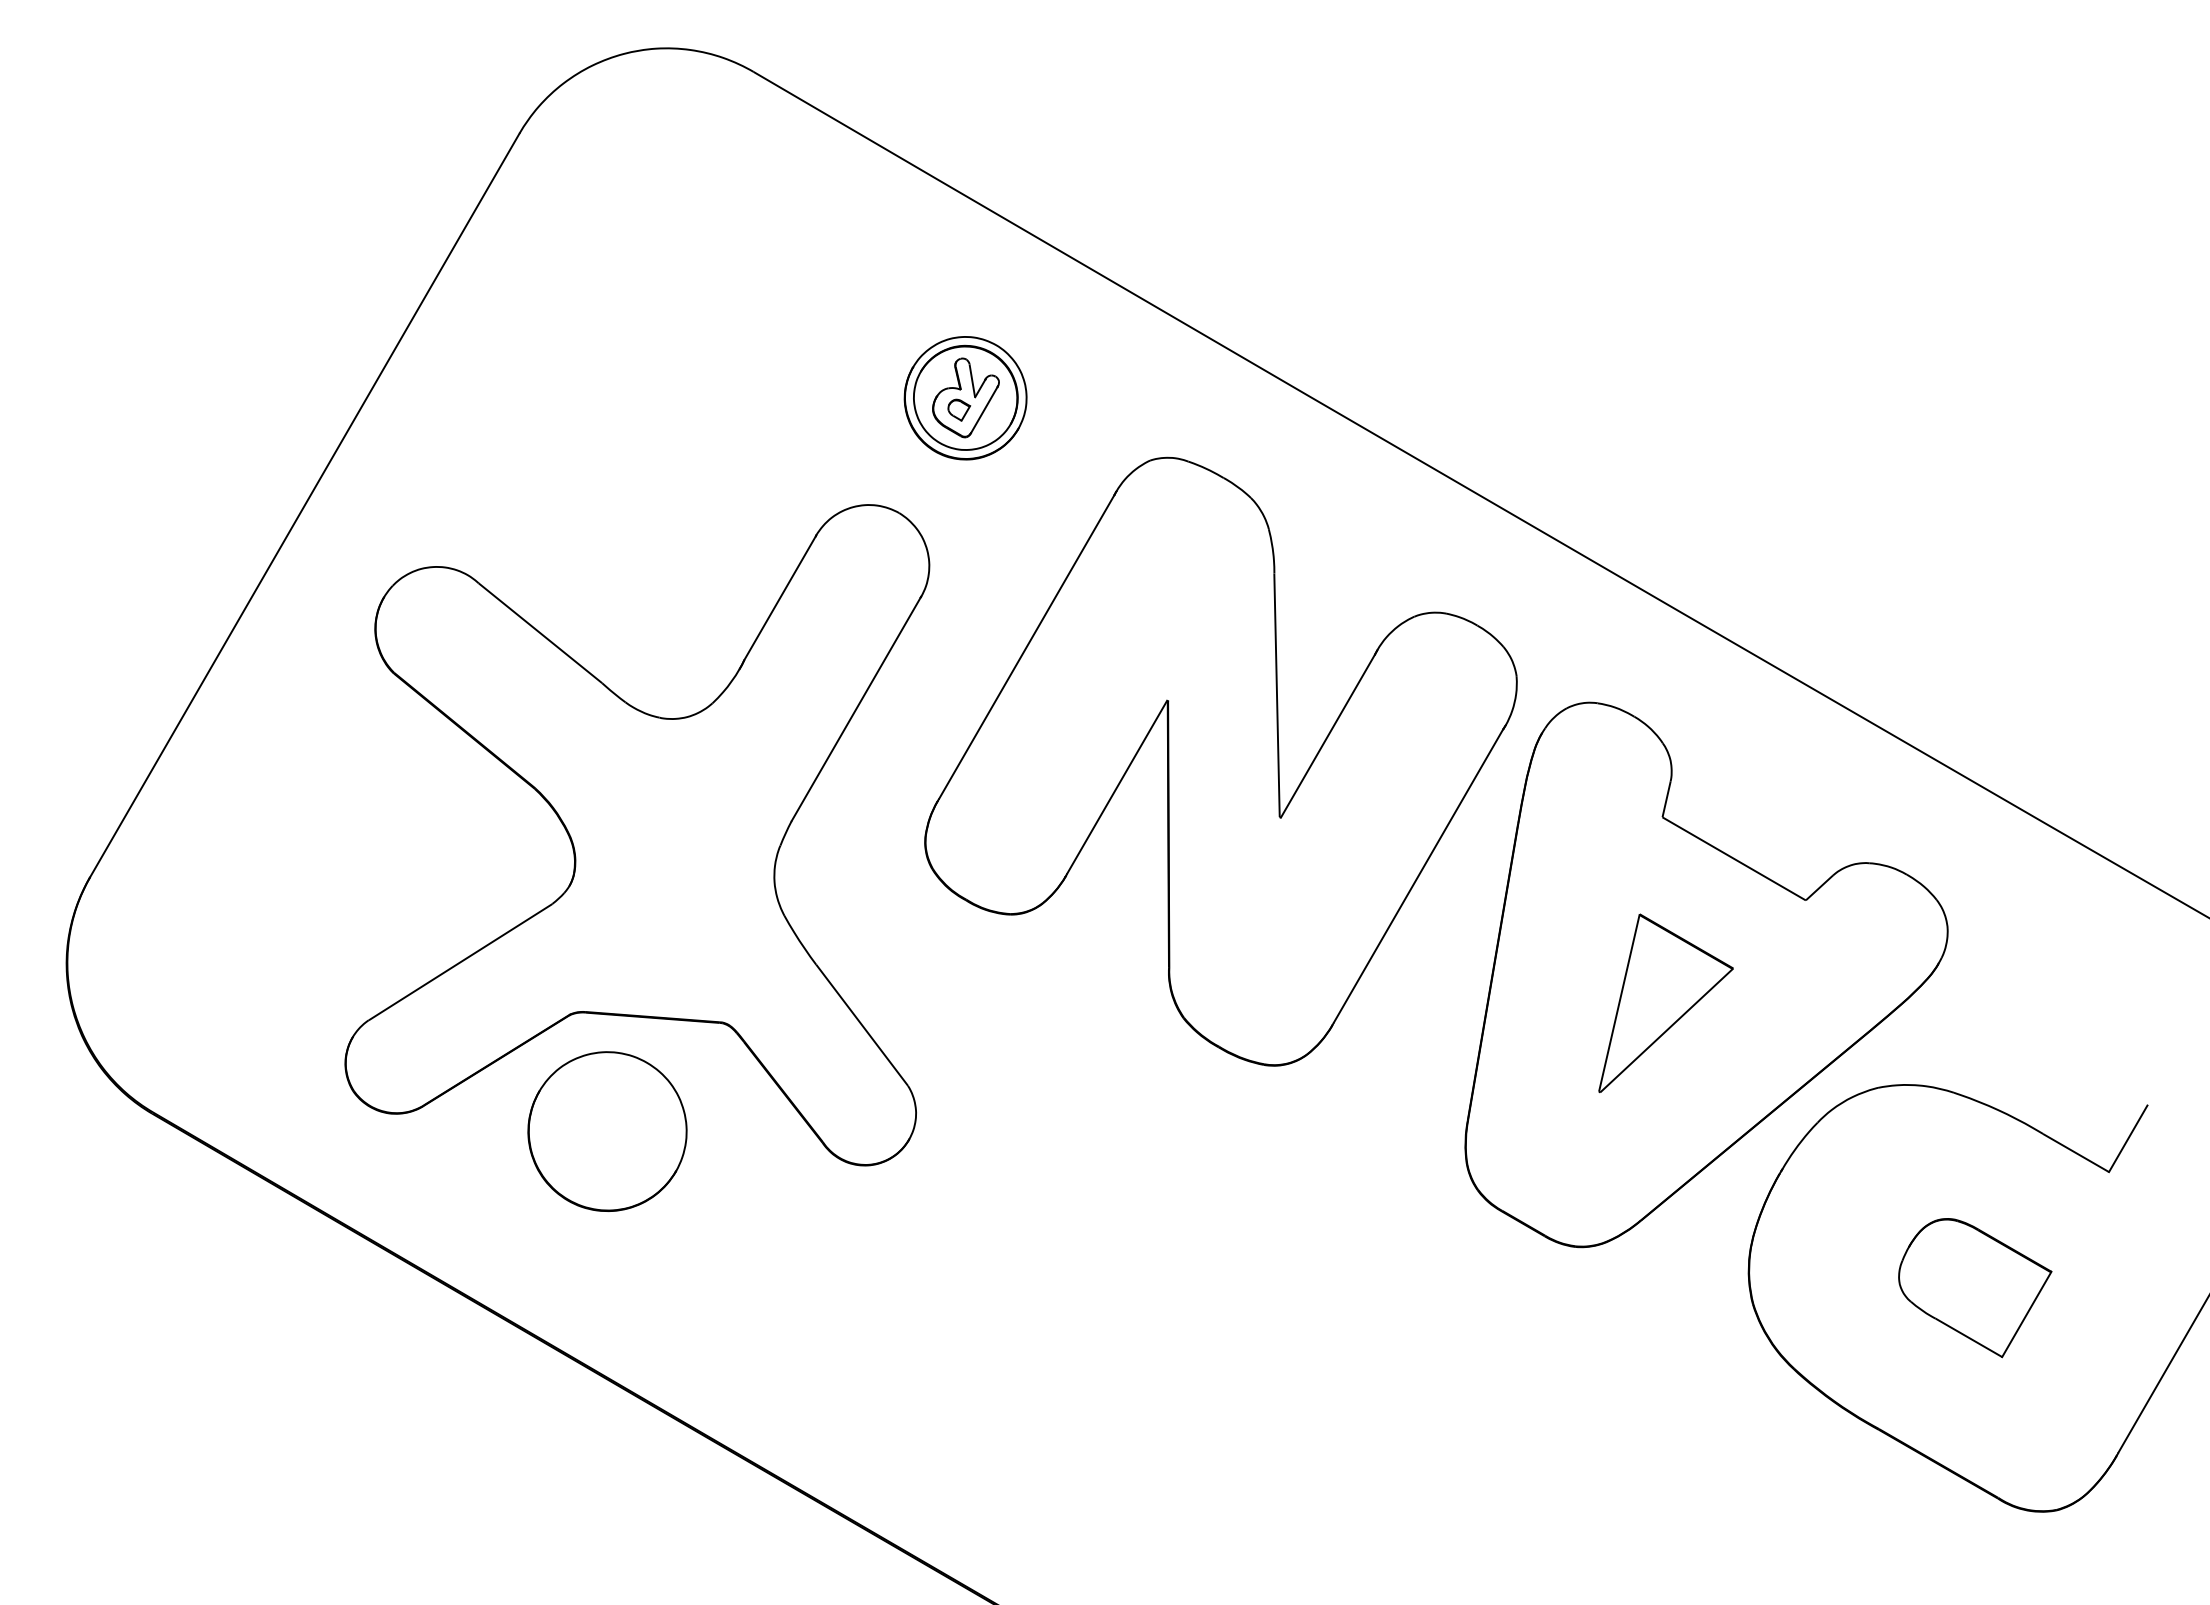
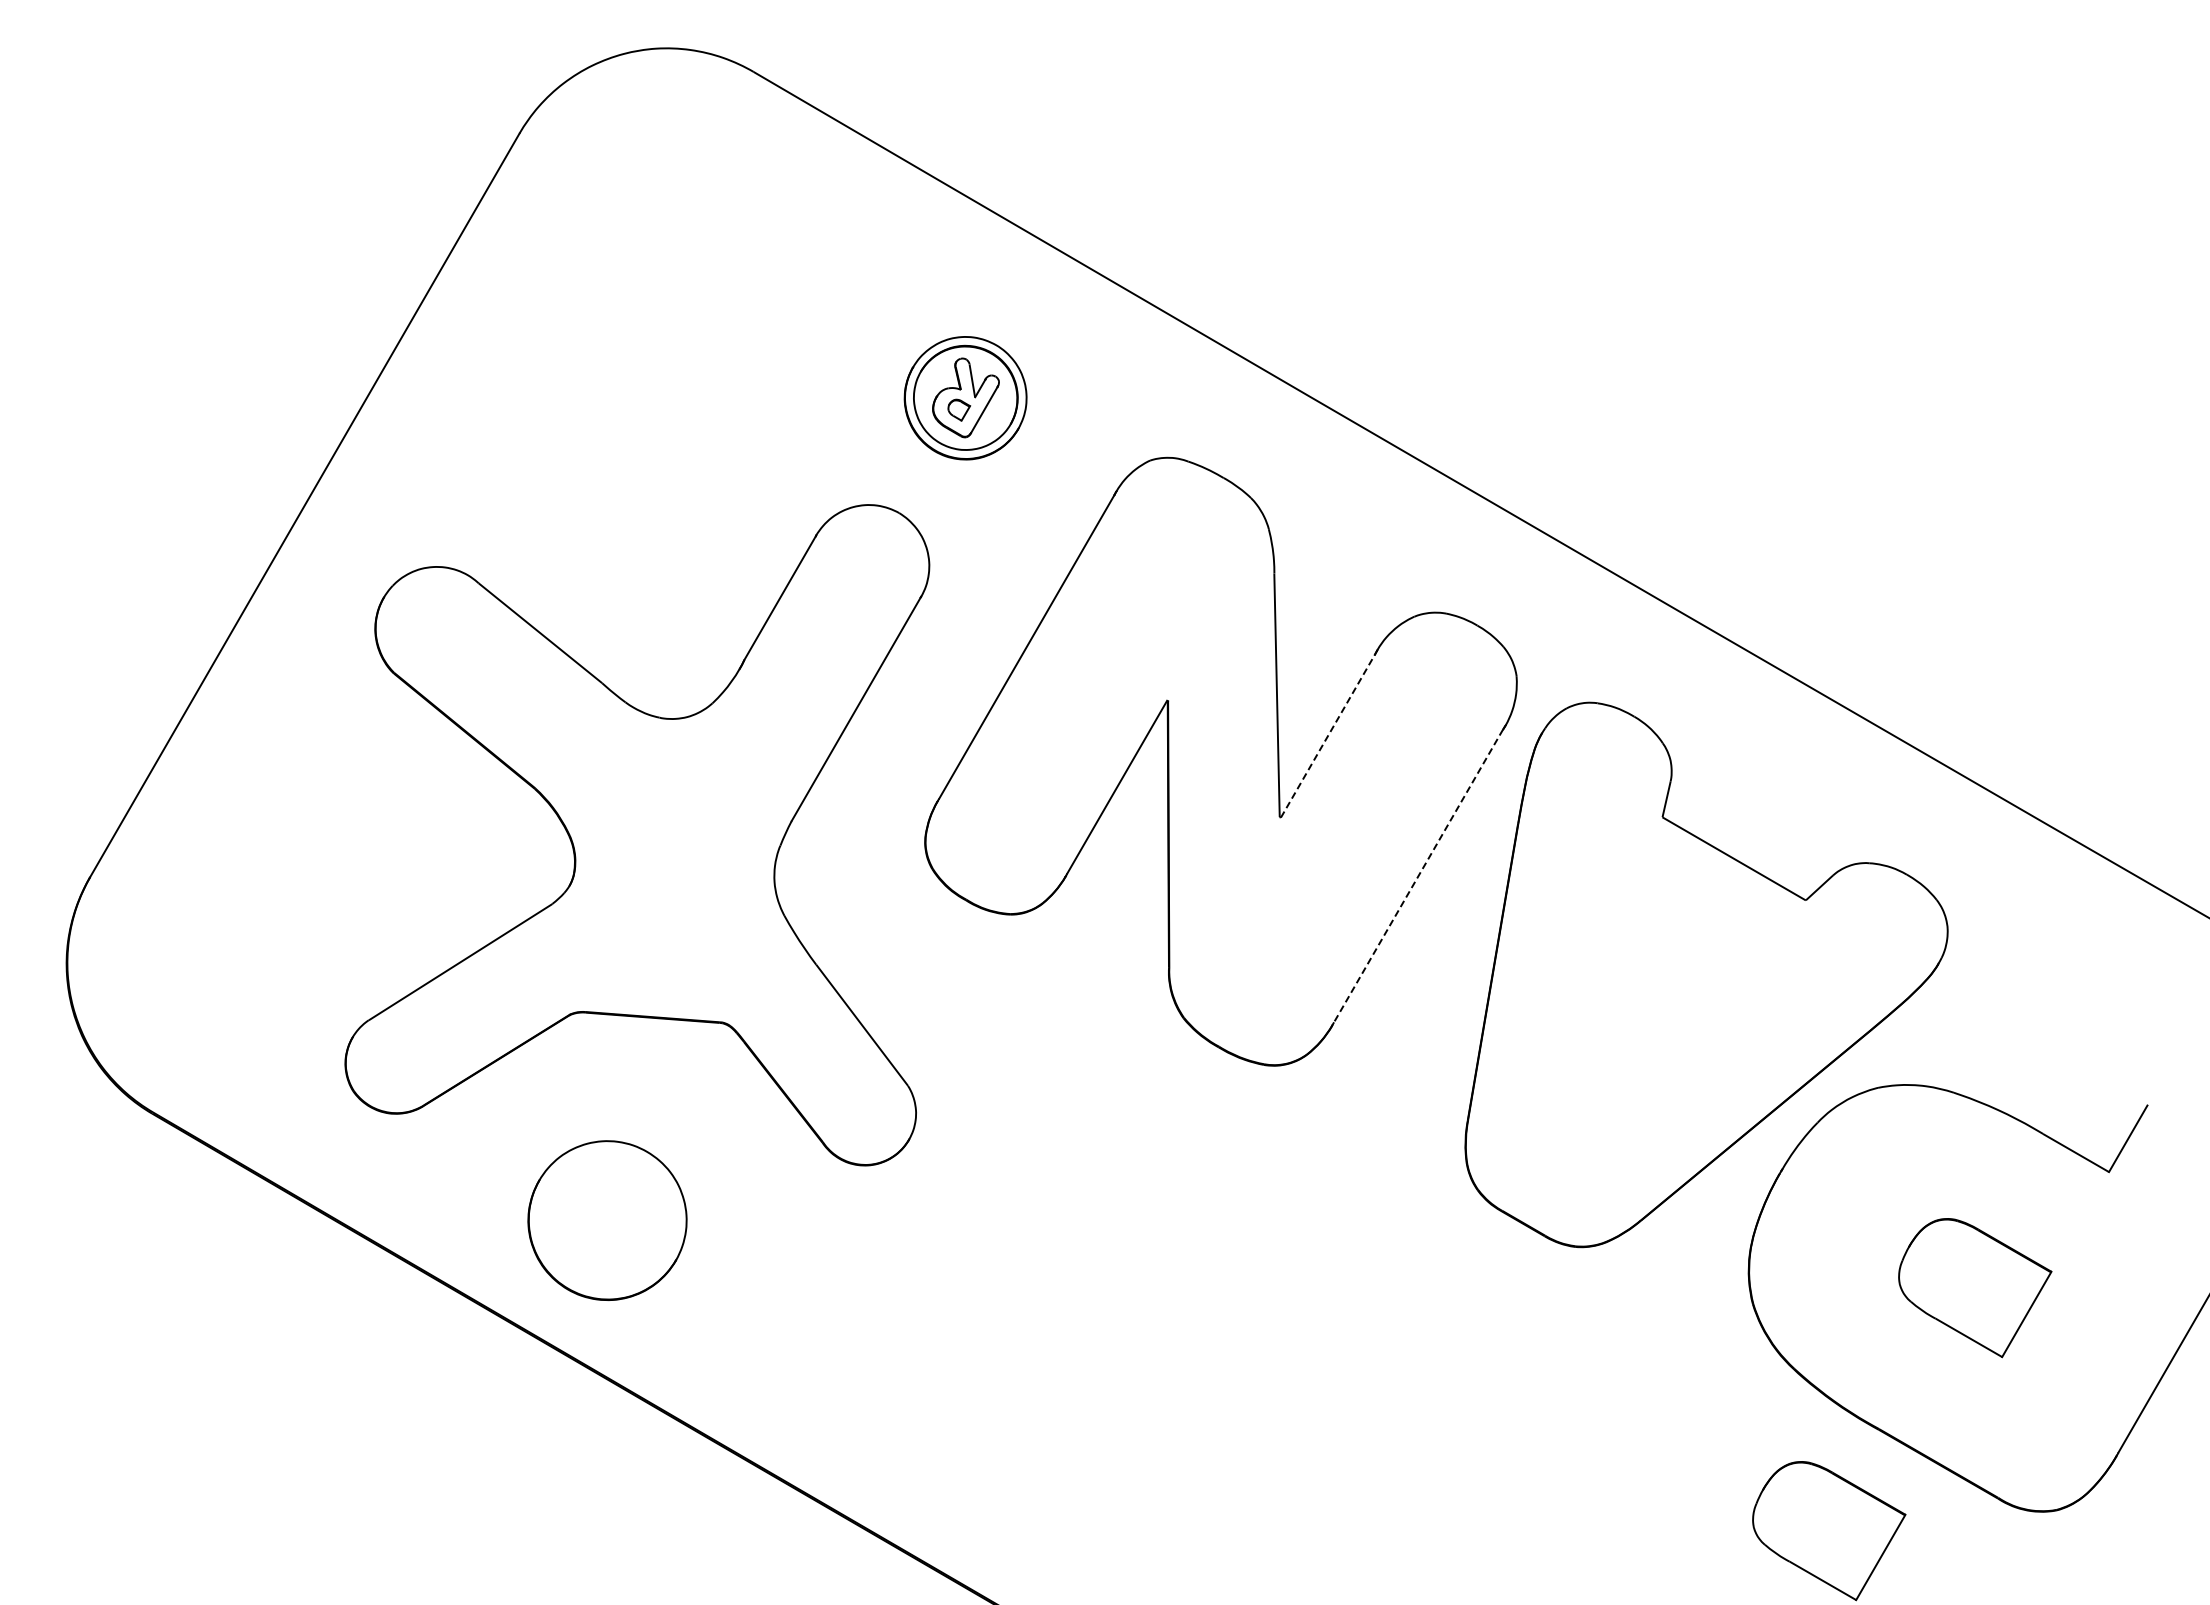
line at (1327, 736): solid -> dashed
line at (1418, 876): solid -> dashed
part at (1665, 1003): present -> none
part at (607, 1131) position: (607, 1131) -> (607, 1220)
part at (1829, 1531): none -> present
